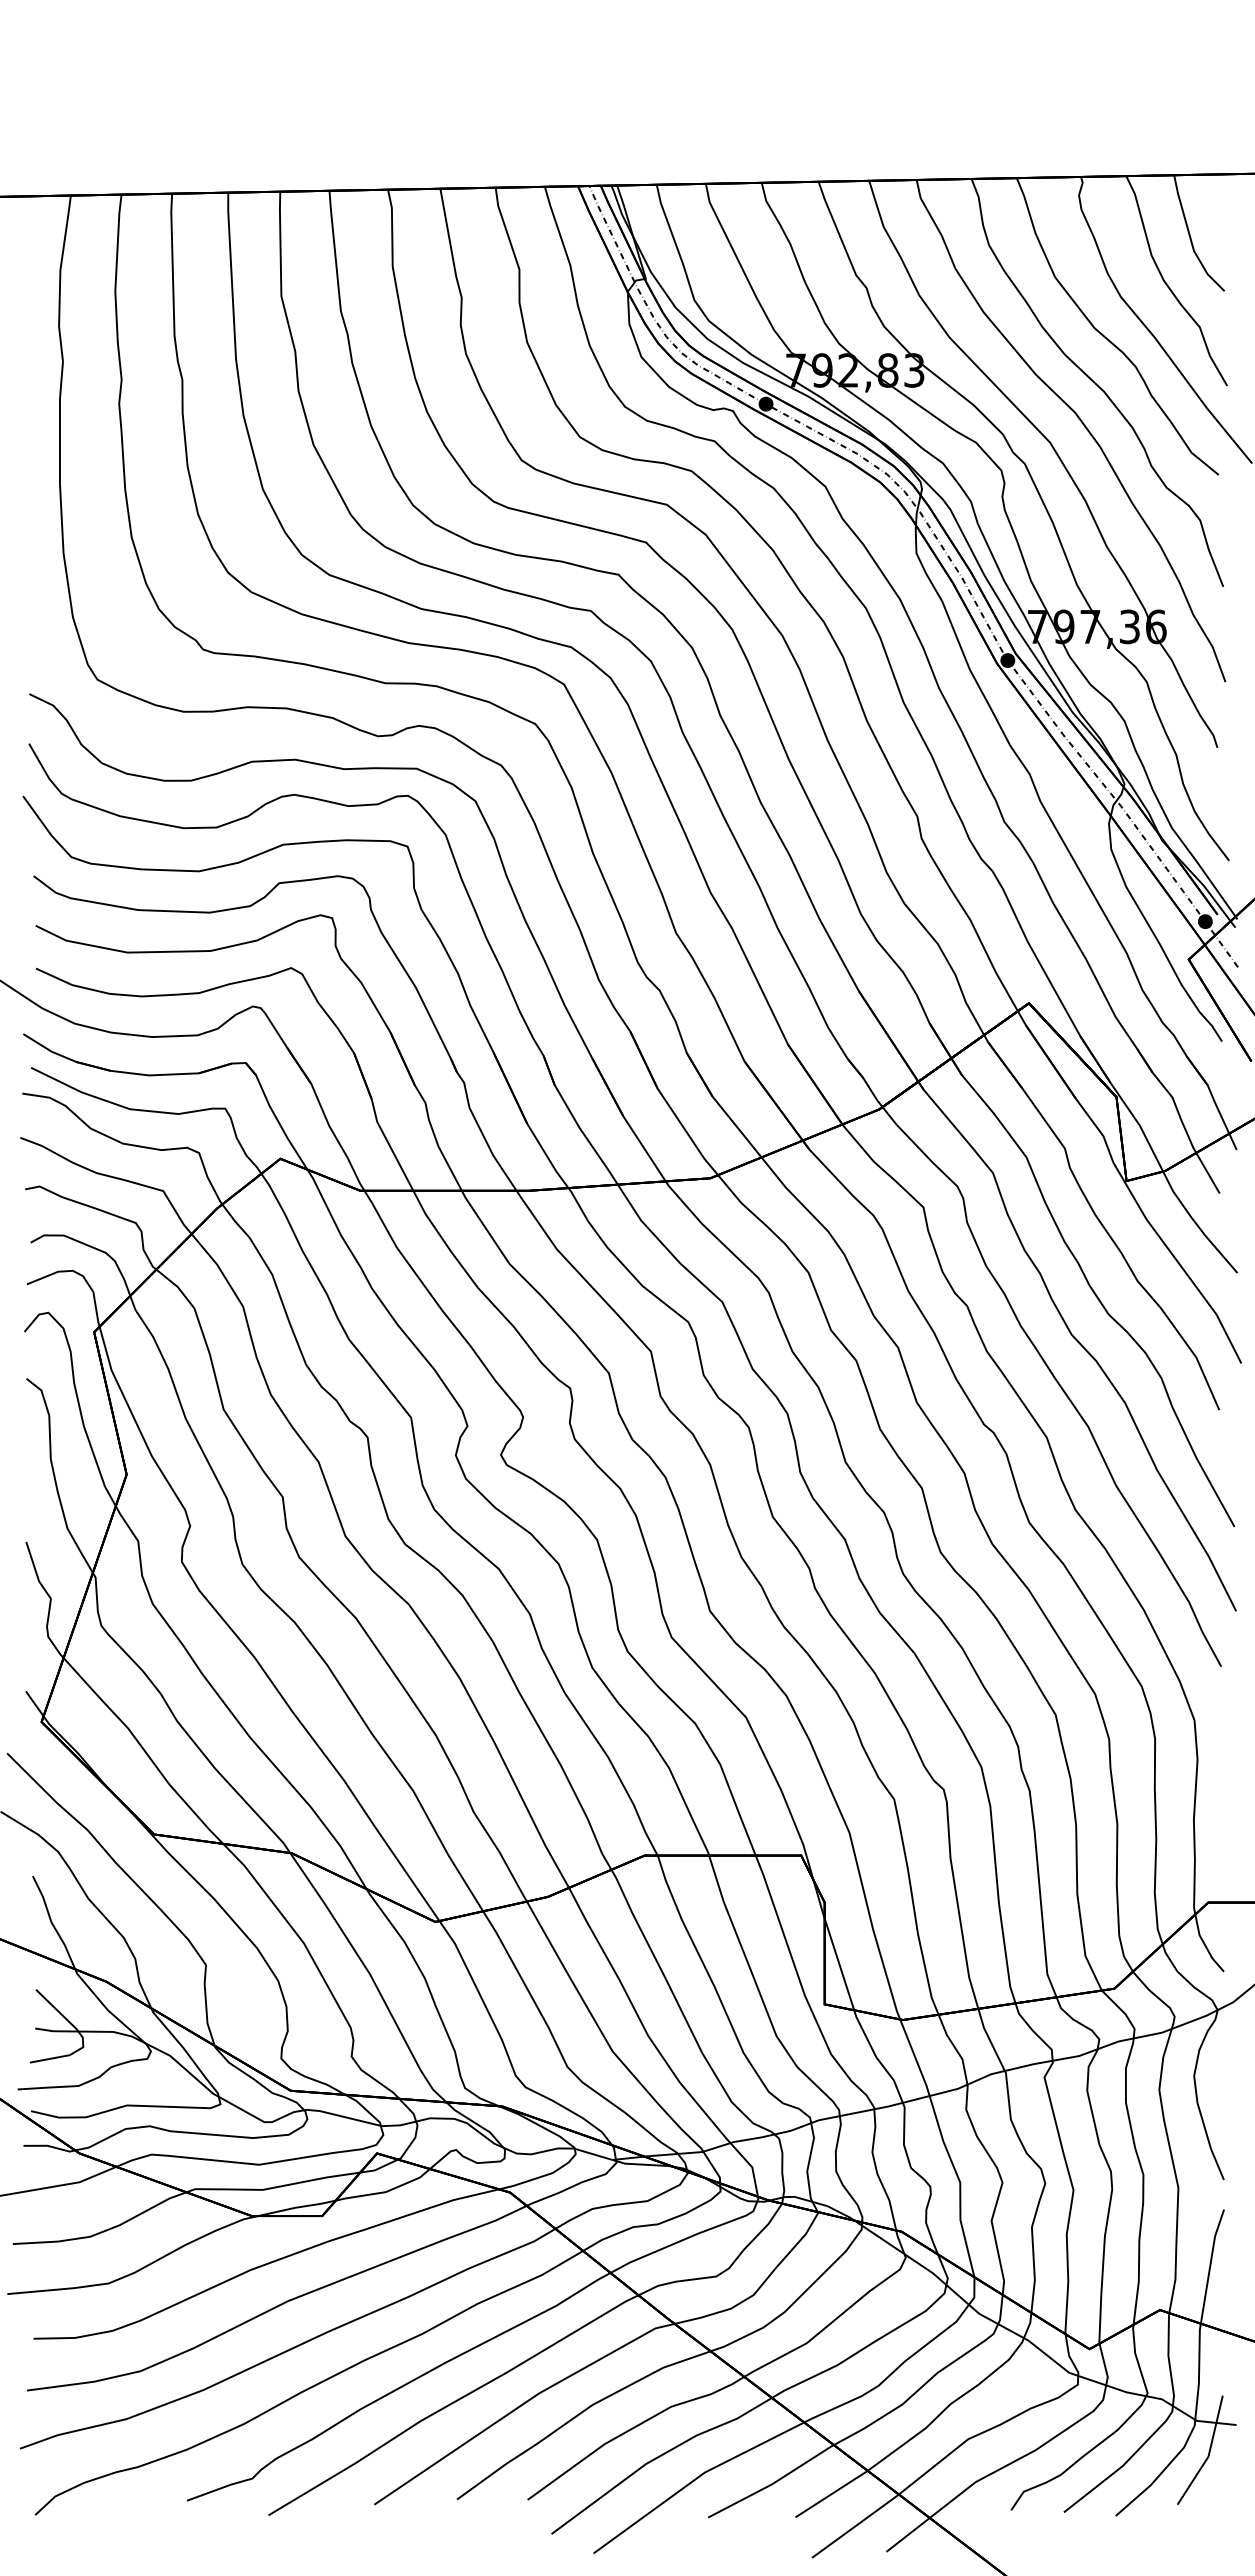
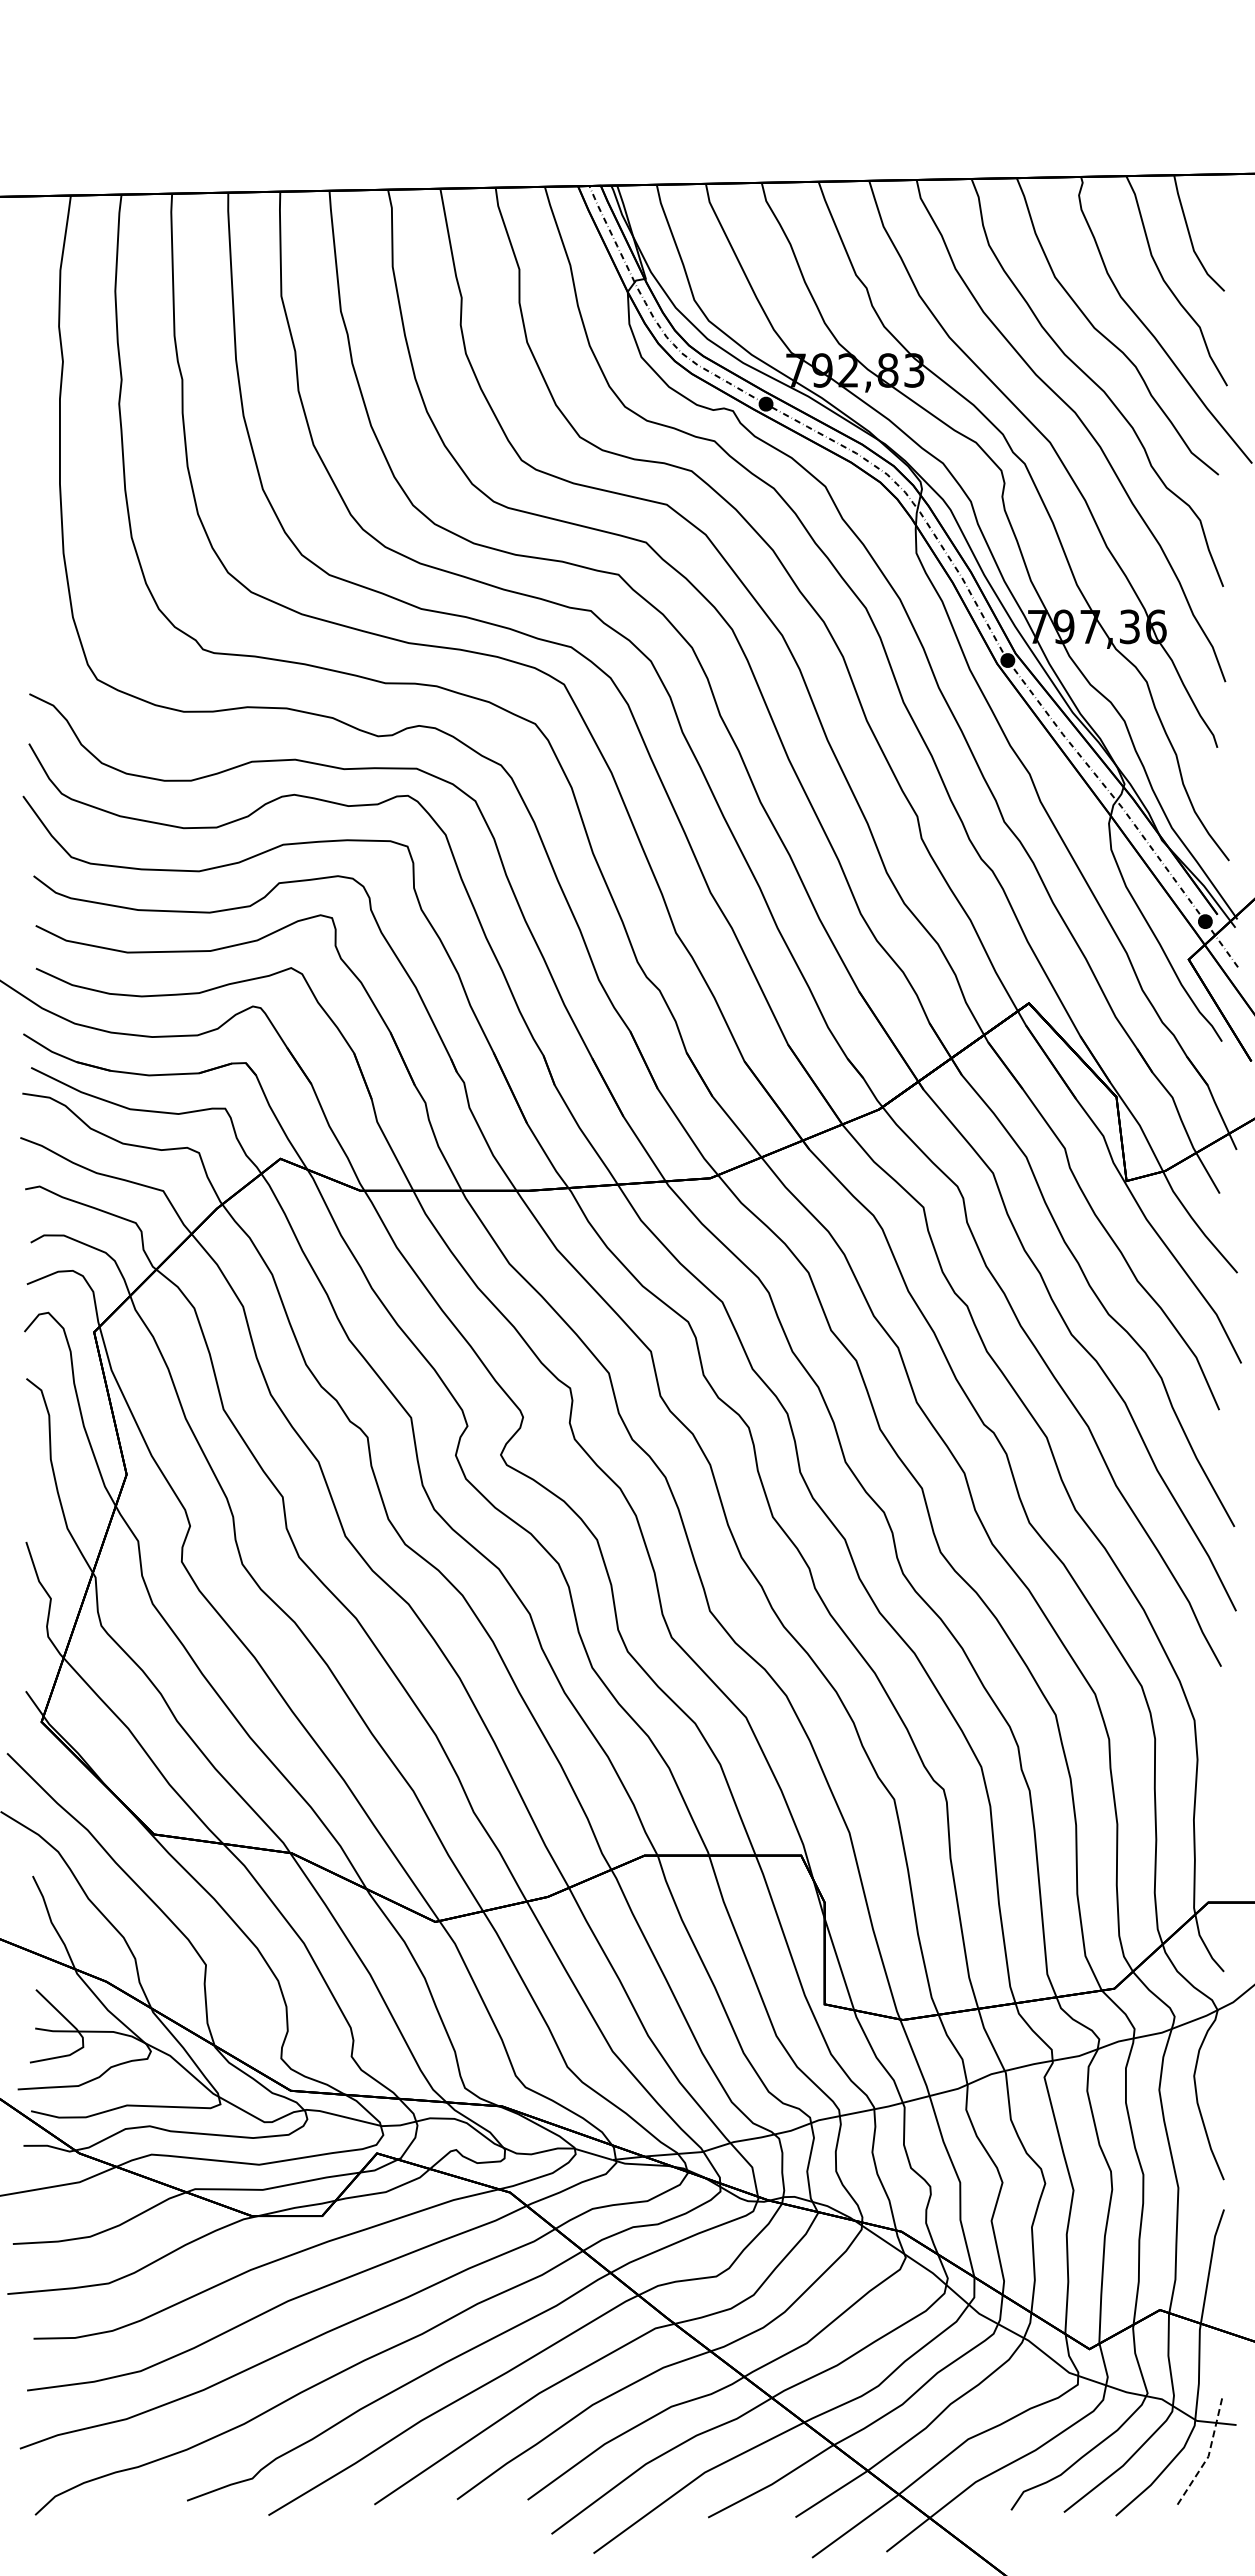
line at (1208, 2454): solid -> dashed
